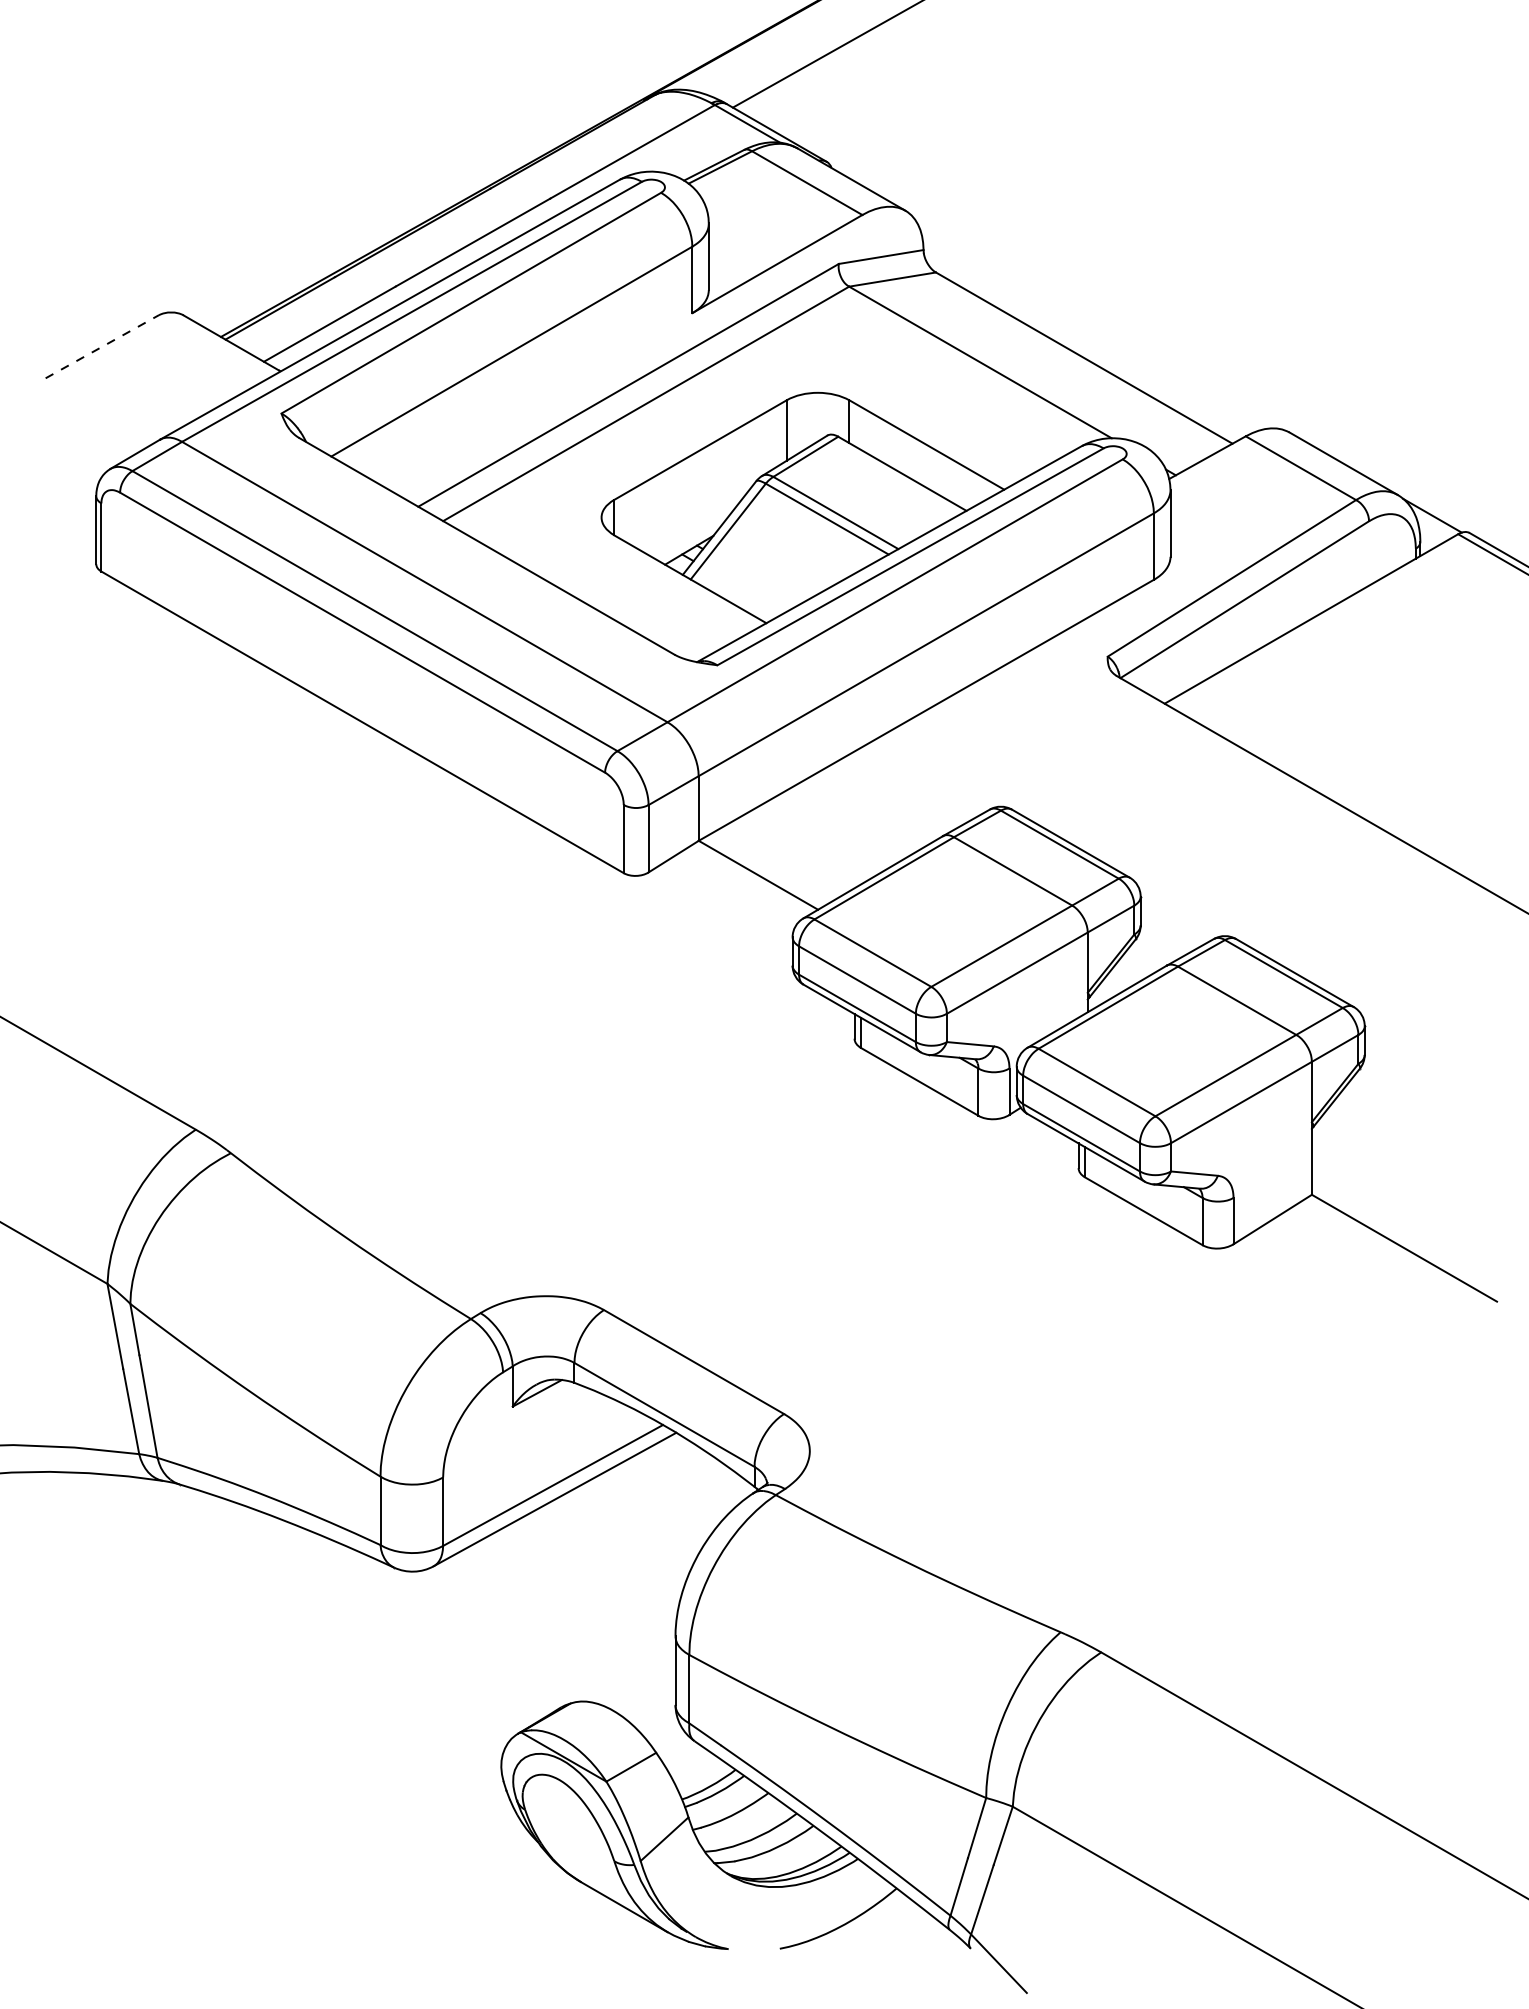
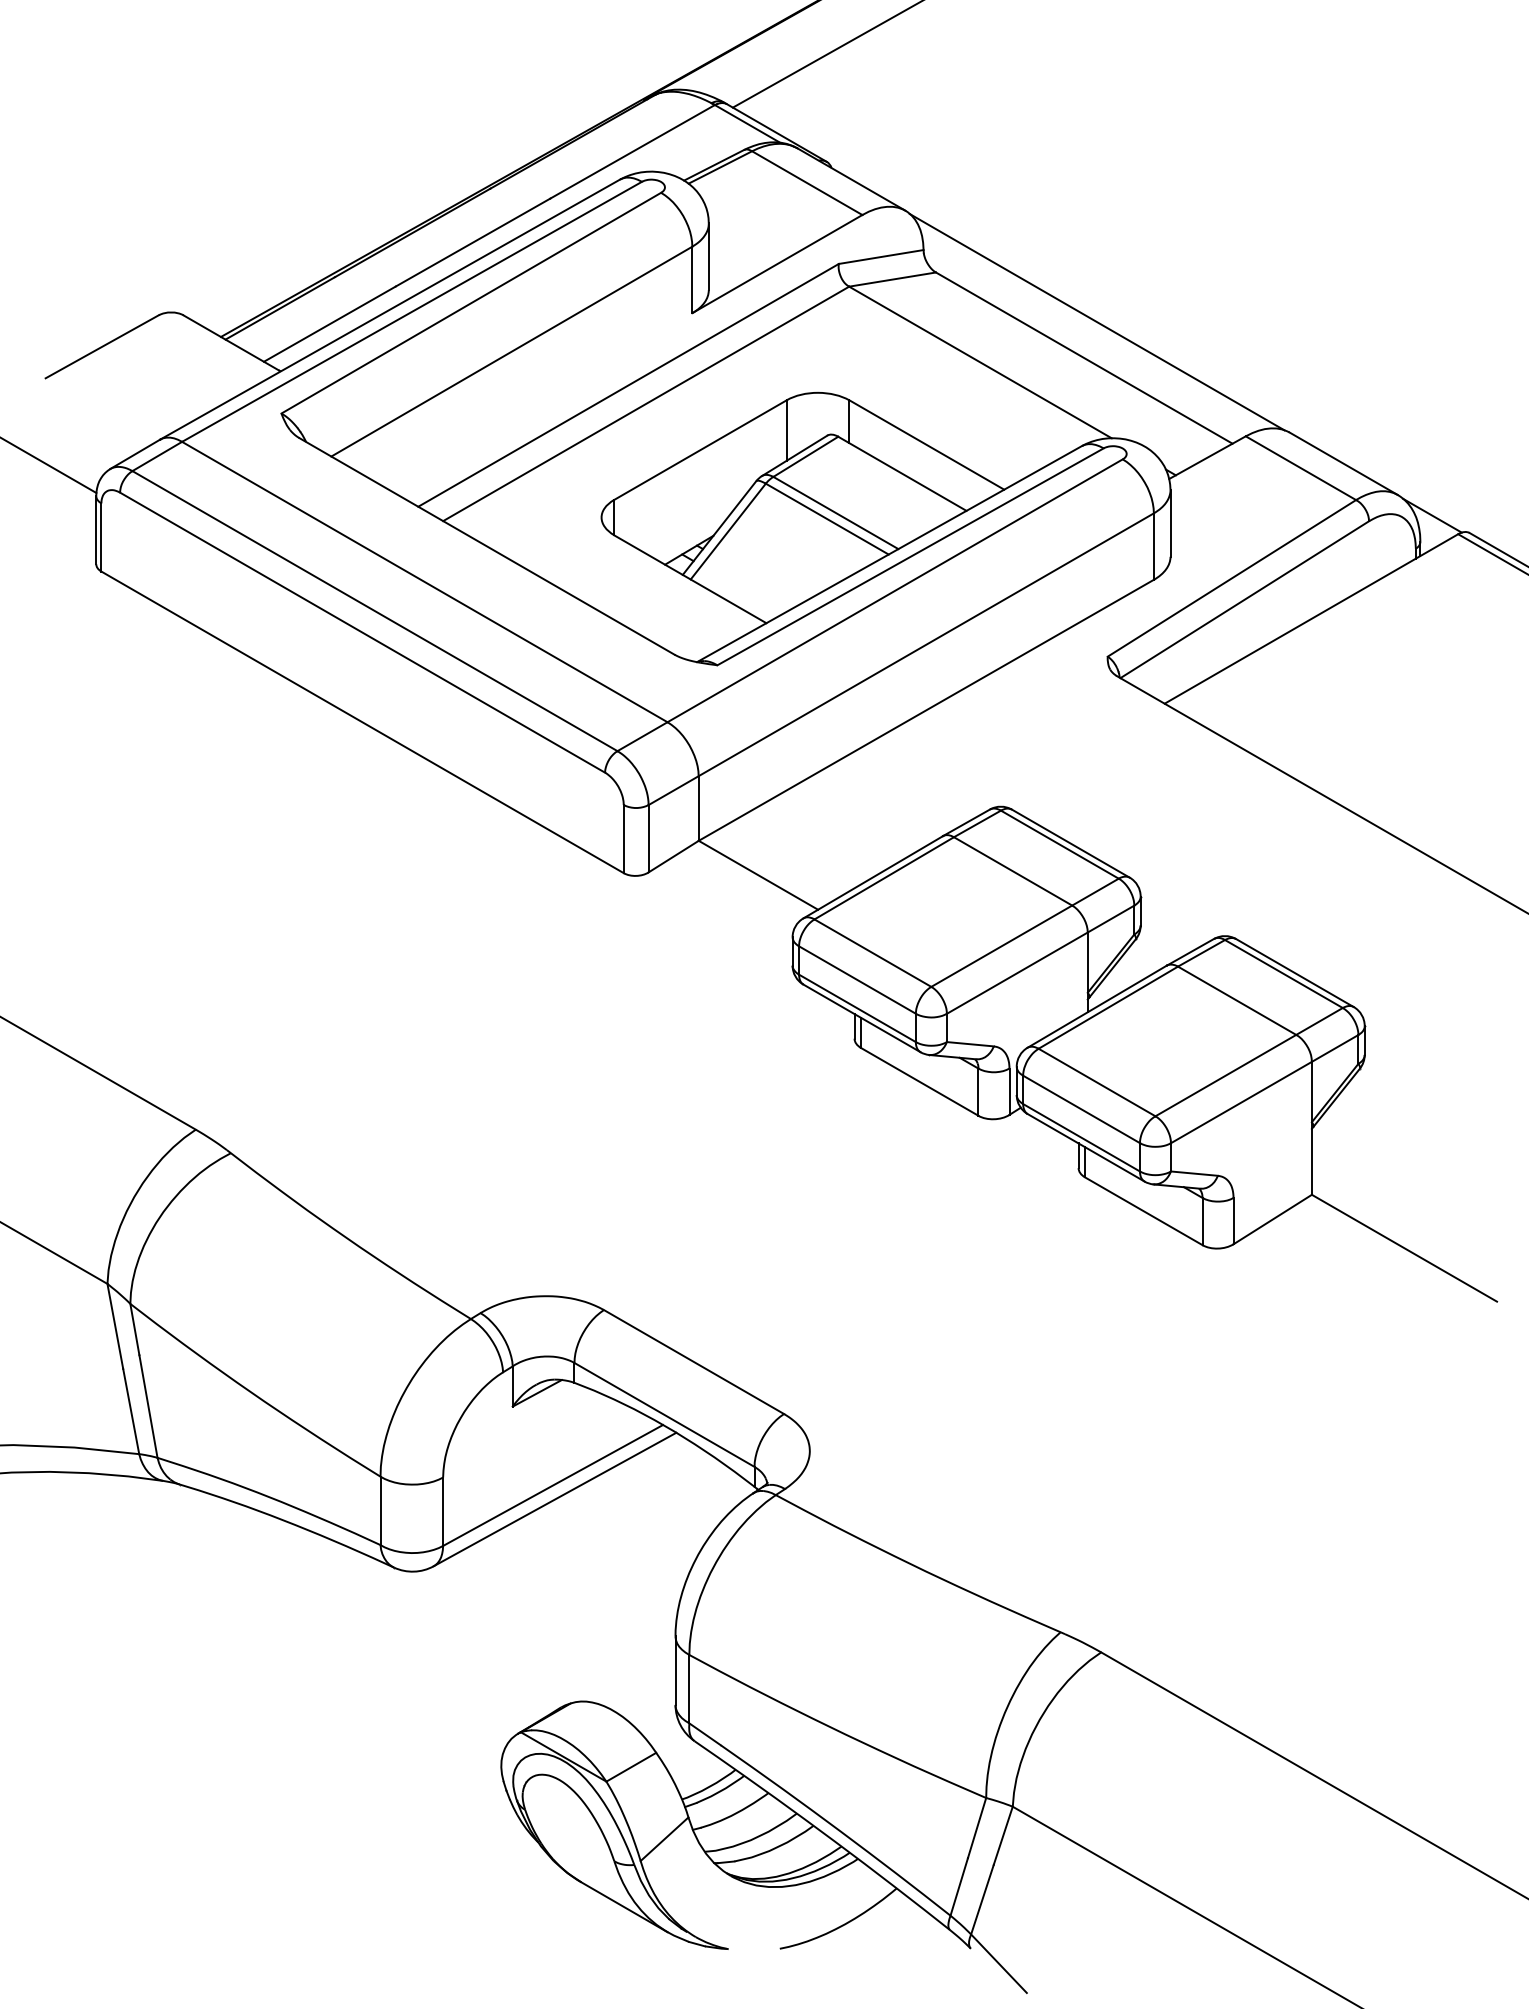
line at (1096, 322): none -> present
line at (102, 346): dashed -> solid
line at (49, 465): none -> present
